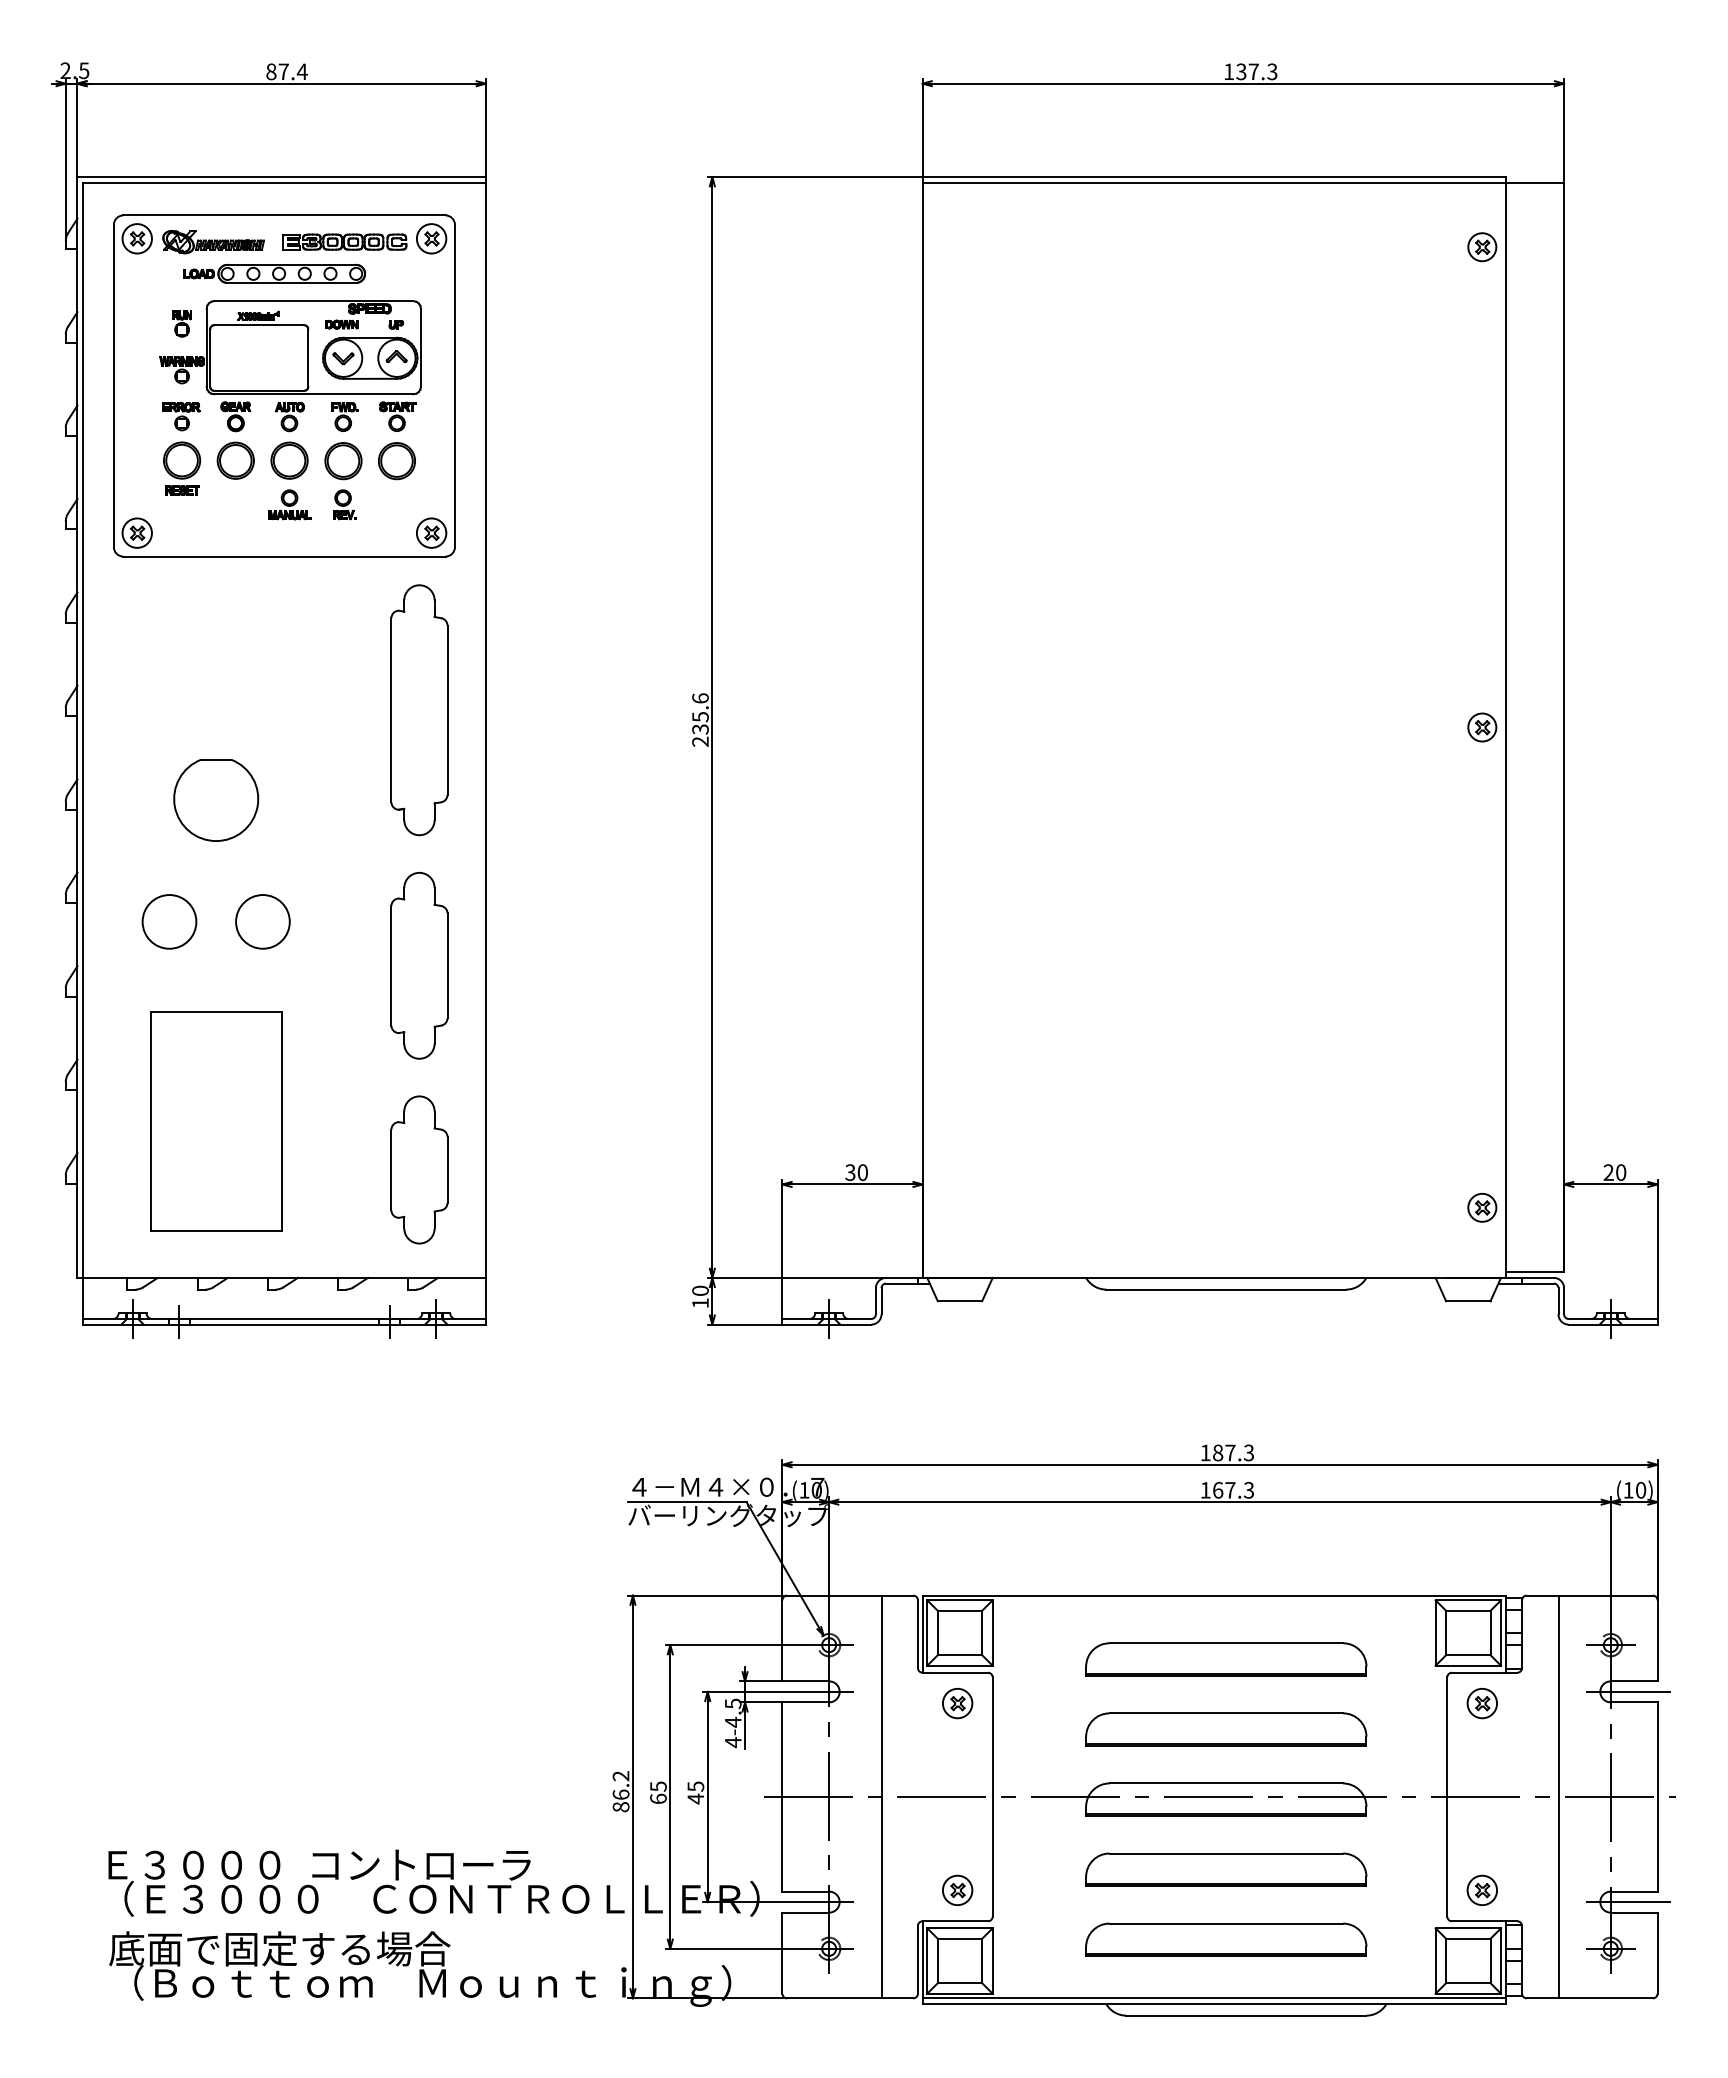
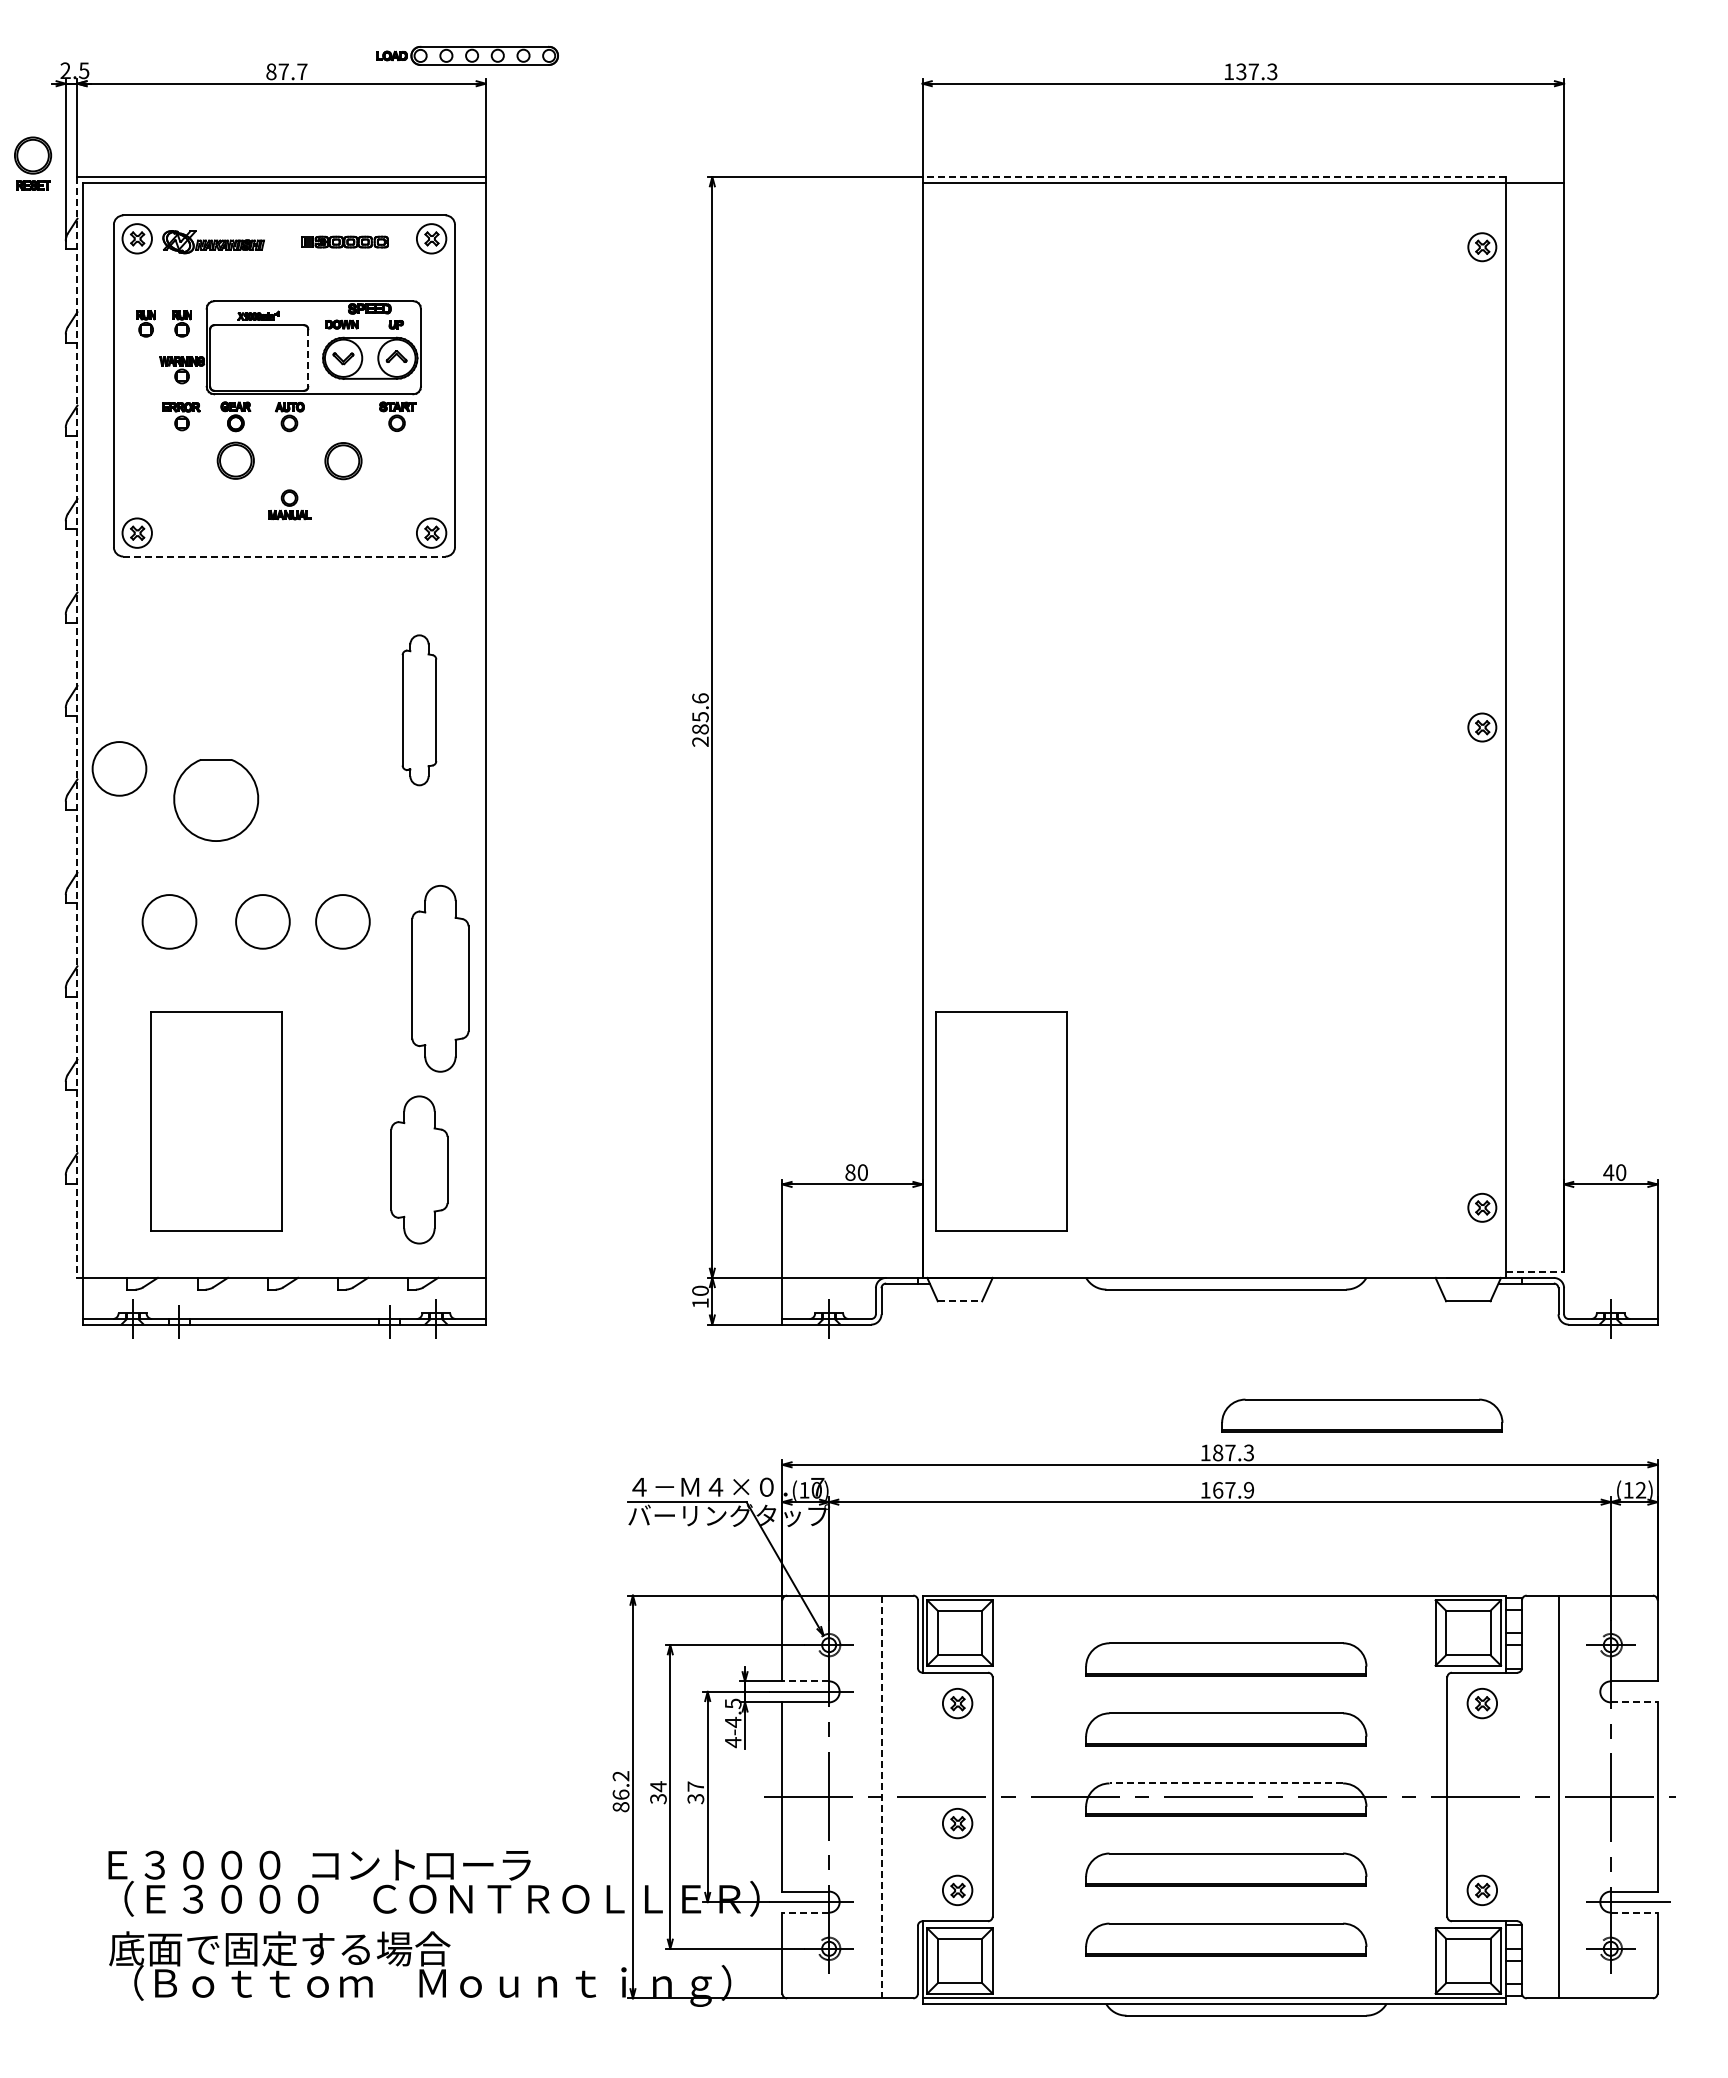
text at (301, 71): 87.4 -> 87.7
line at (1214, 177): solid -> dashed
part at (344, 241) size: 126x18 px -> 88x14 px
part at (274, 273) position: (274, 273) -> (467, 55)
part at (145, 323): none -> present
line at (308, 358): solid -> dashed
part at (344, 416): present -> none
part at (289, 460): present -> none
part at (396, 461): present -> none
part at (182, 468) position: (182, 468) -> (33, 163)
part at (344, 504): present -> none
line at (284, 556): solid -> dashed
part at (419, 710) size: 59x253 px -> 37x153 px
line at (77, 728): solid -> dashed
text at (700, 729): 235.6 -> 285.6
circle at (119, 768): none -> present
circle at (342, 921): none -> present
part at (419, 965) position: (419, 965) -> (440, 978)
part at (1001, 1121): none -> present
text at (850, 1172): 30 -> 80
text at (1608, 1172): 20 -> 40
line at (1535, 1272): solid -> dashed
line at (960, 1301): solid -> dashed
part at (1362, 1415): none -> present
text at (1248, 1490): 167.3 -> 167.9
text at (1641, 1490): (10) -> (12)
line at (805, 1681): solid -> dashed
line at (1628, 1691): present -> none
line at (1634, 1702): solid -> dashed
line at (1226, 1783): solid -> dashed
text at (658, 1792): 65 -> 34
text at (695, 1792): 45 -> 37
line at (881, 1797): solid -> dashed
part at (957, 1823): none -> present
line at (805, 1912): solid -> dashed
line at (1634, 1912): solid -> dashed
